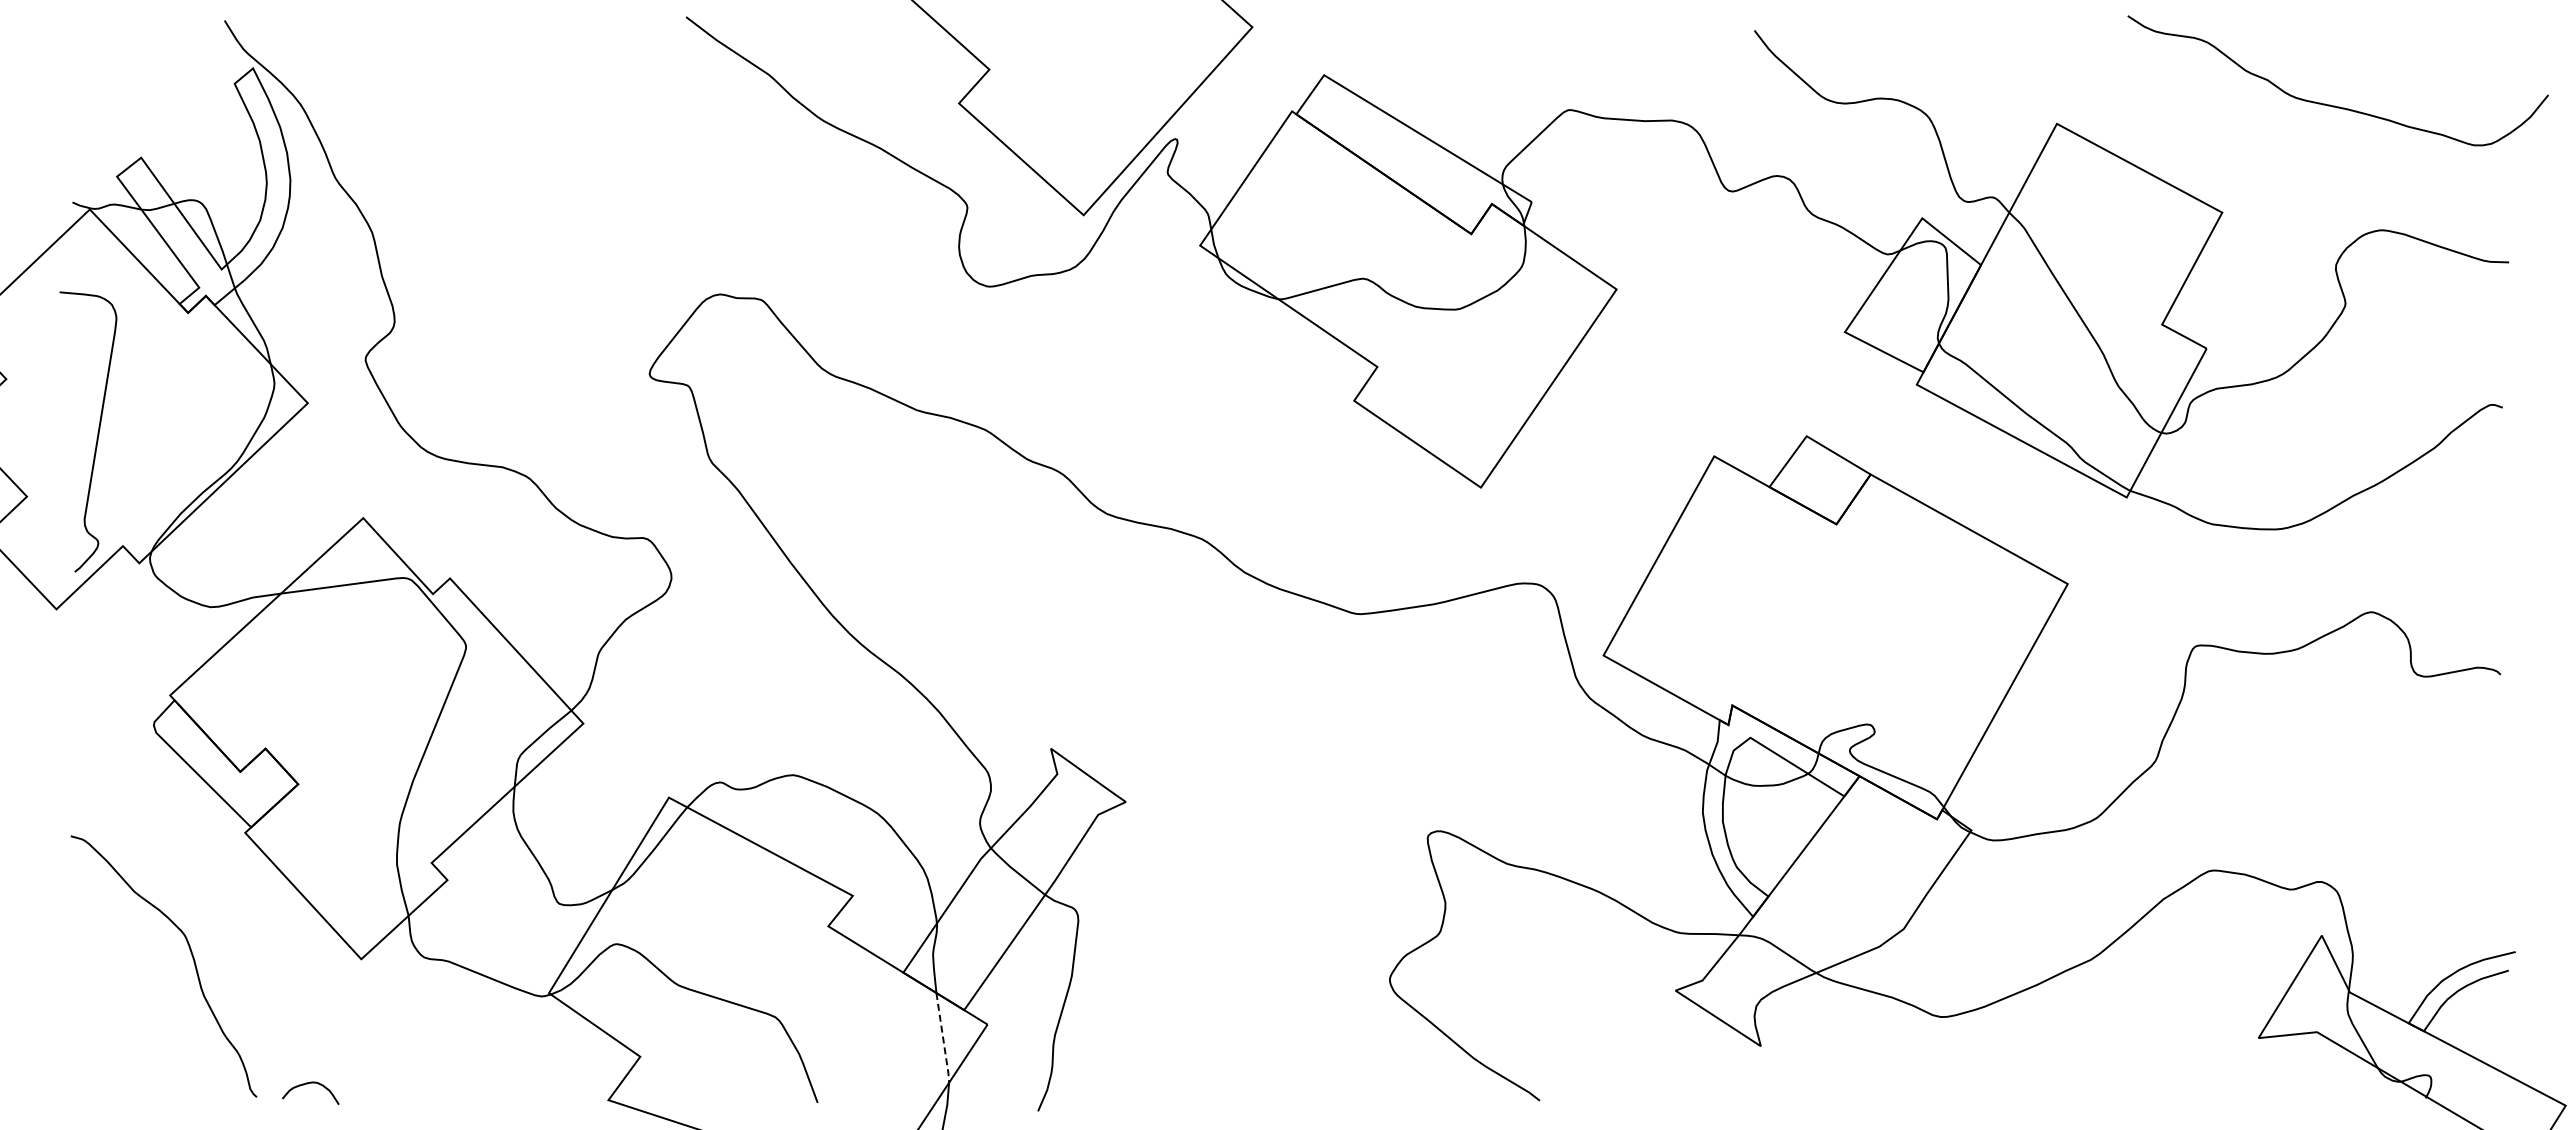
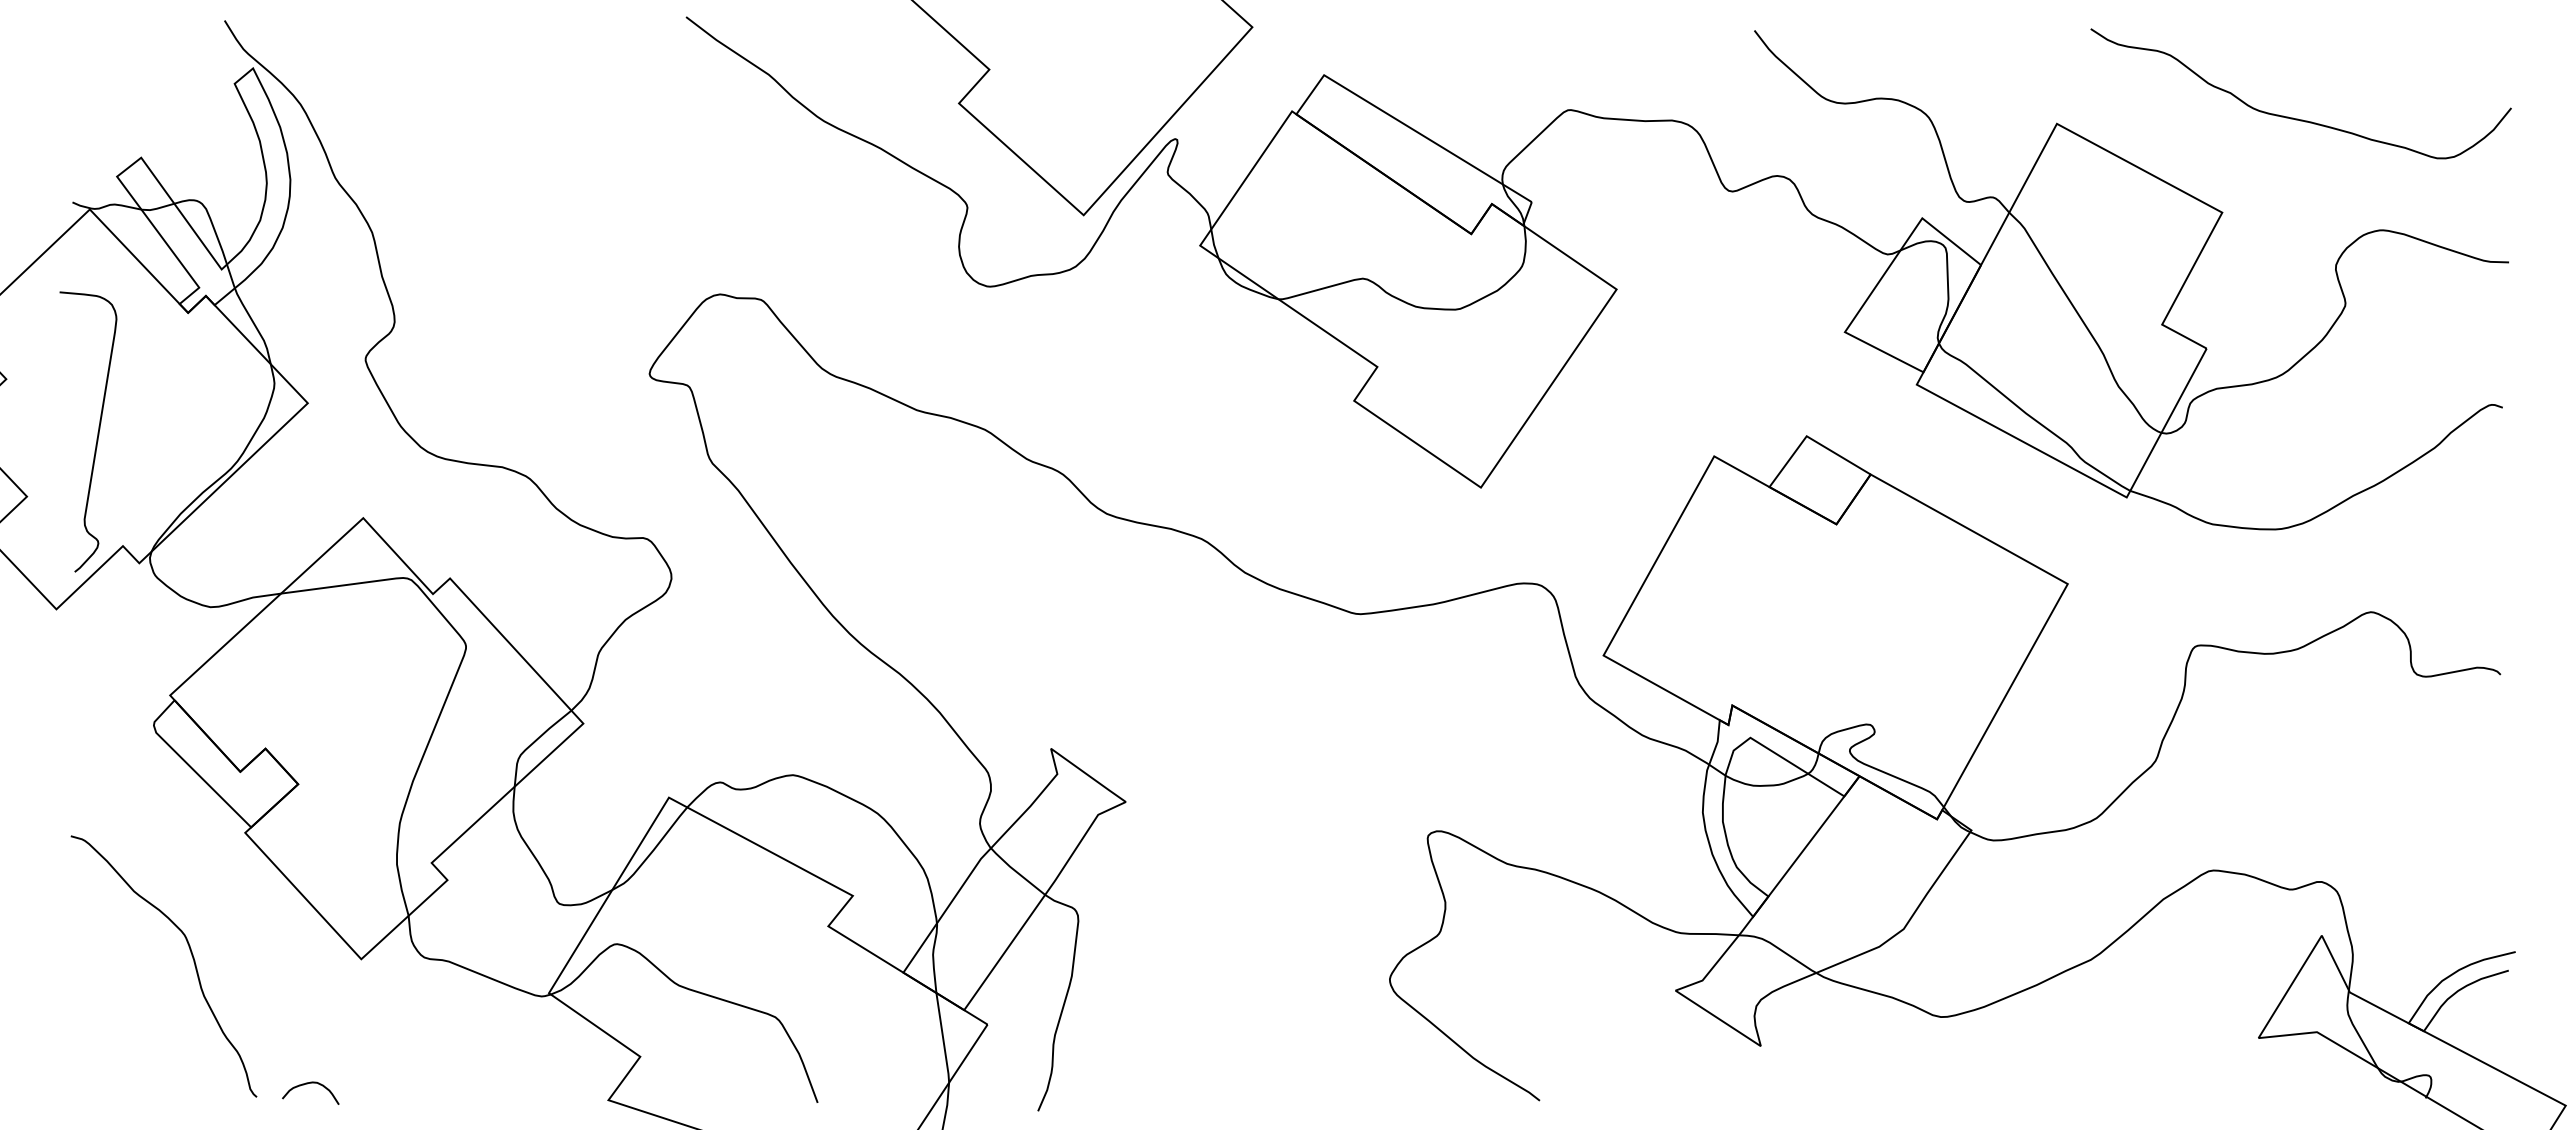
curve at (2330, 104) position: (2330, 104) -> (2293, 117)
line at (943, 1038): dashed -> solid
